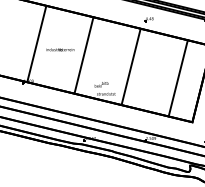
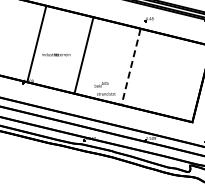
text at (60, 49) position: (60, 49) -> (56, 54)
line at (131, 67): solid -> dashed
line at (177, 78): present -> none
